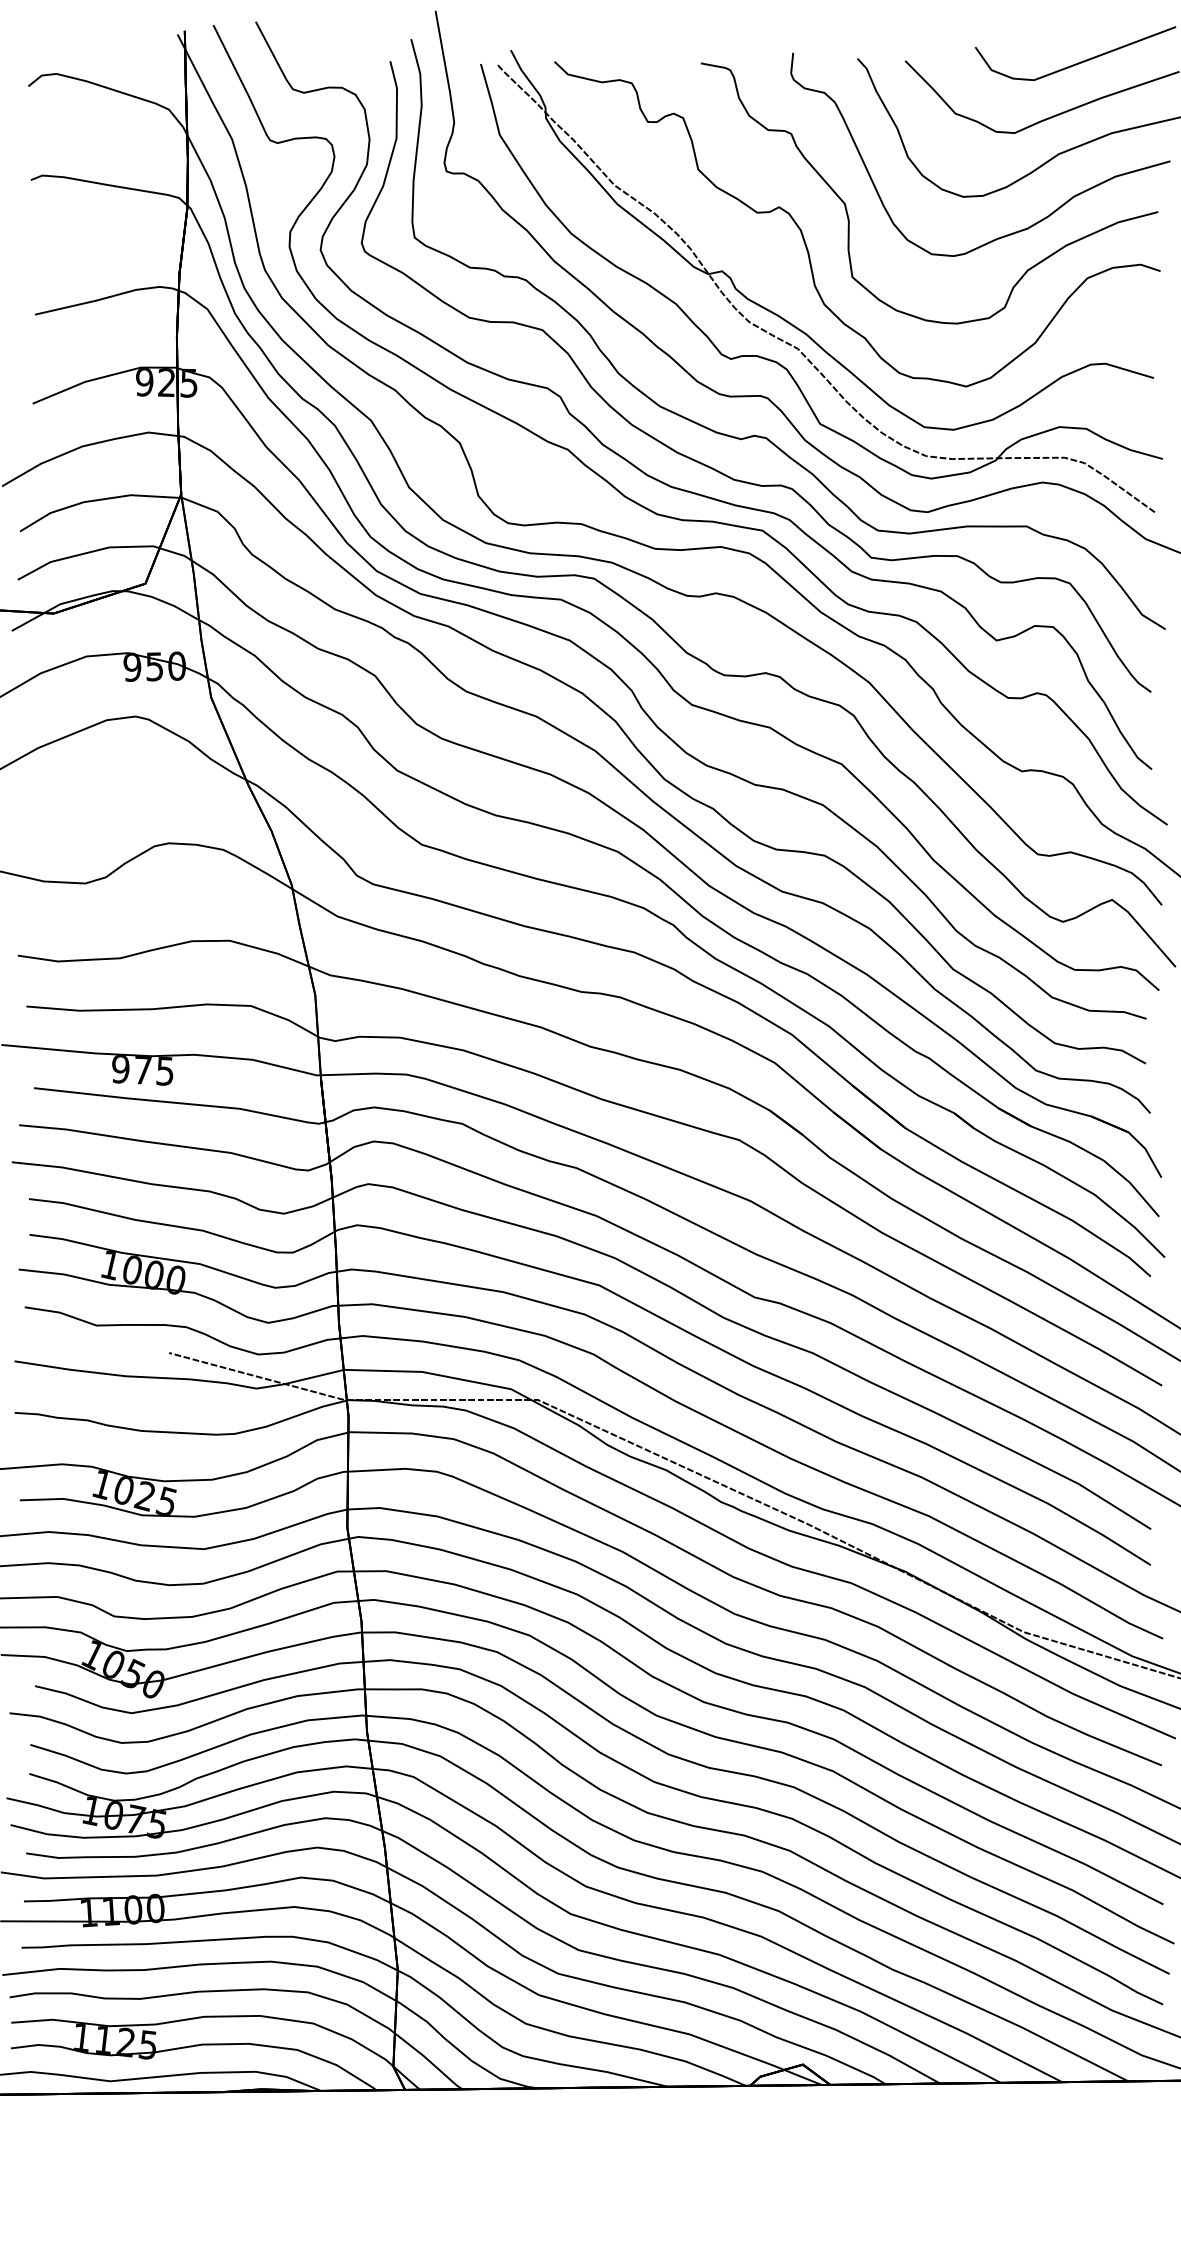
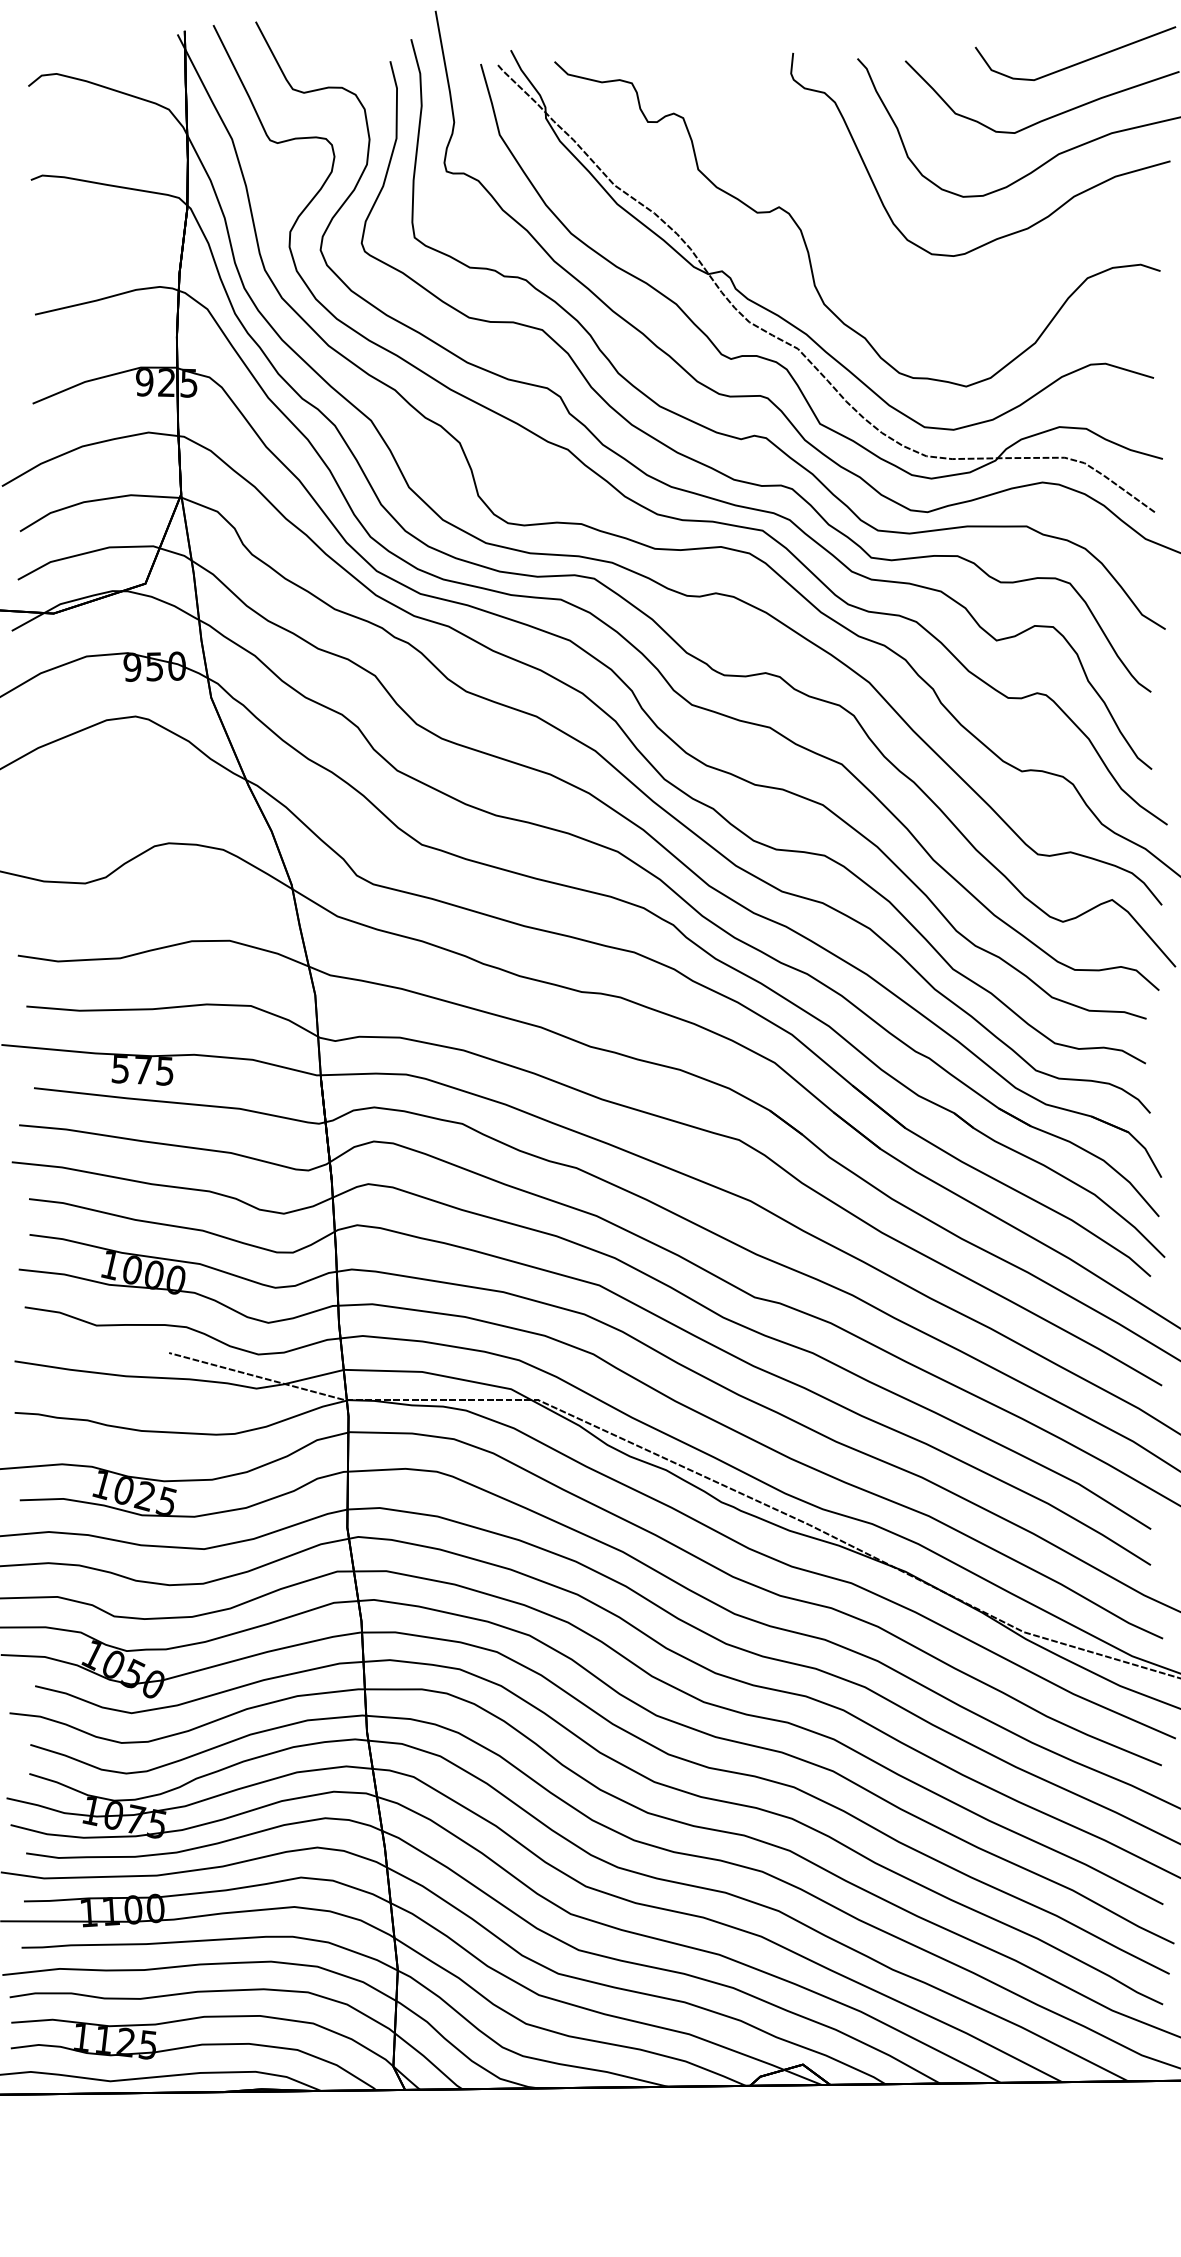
curve at (847, 209): present -> none
text at (120, 1069): 975 -> 575
